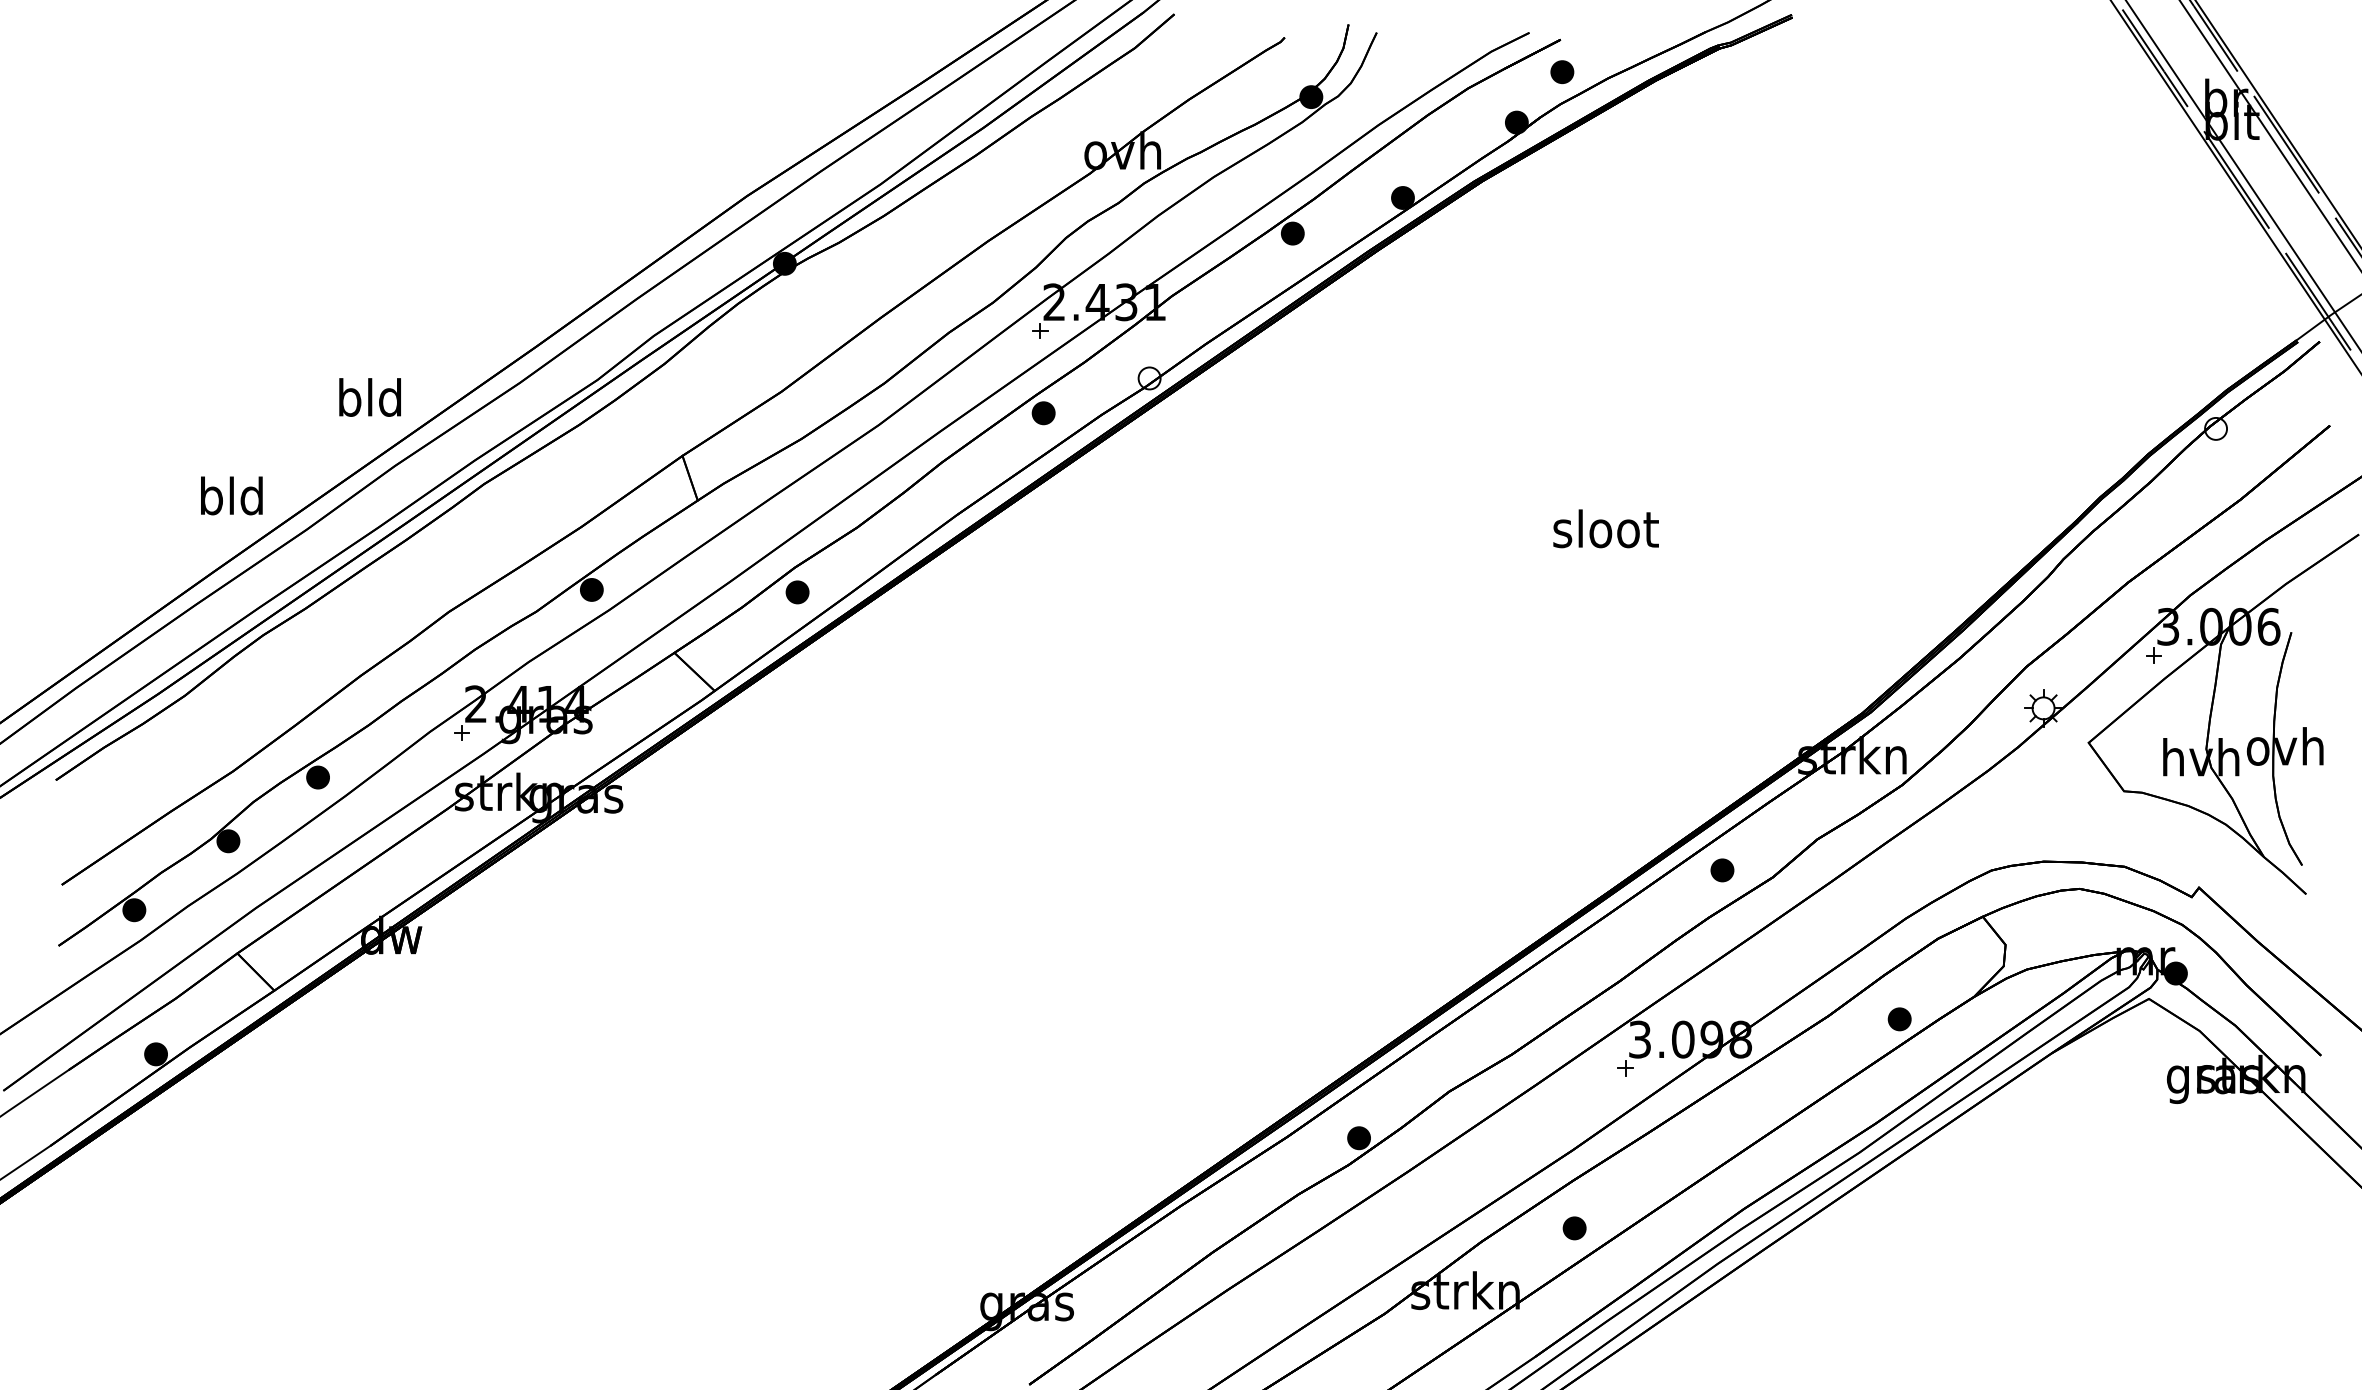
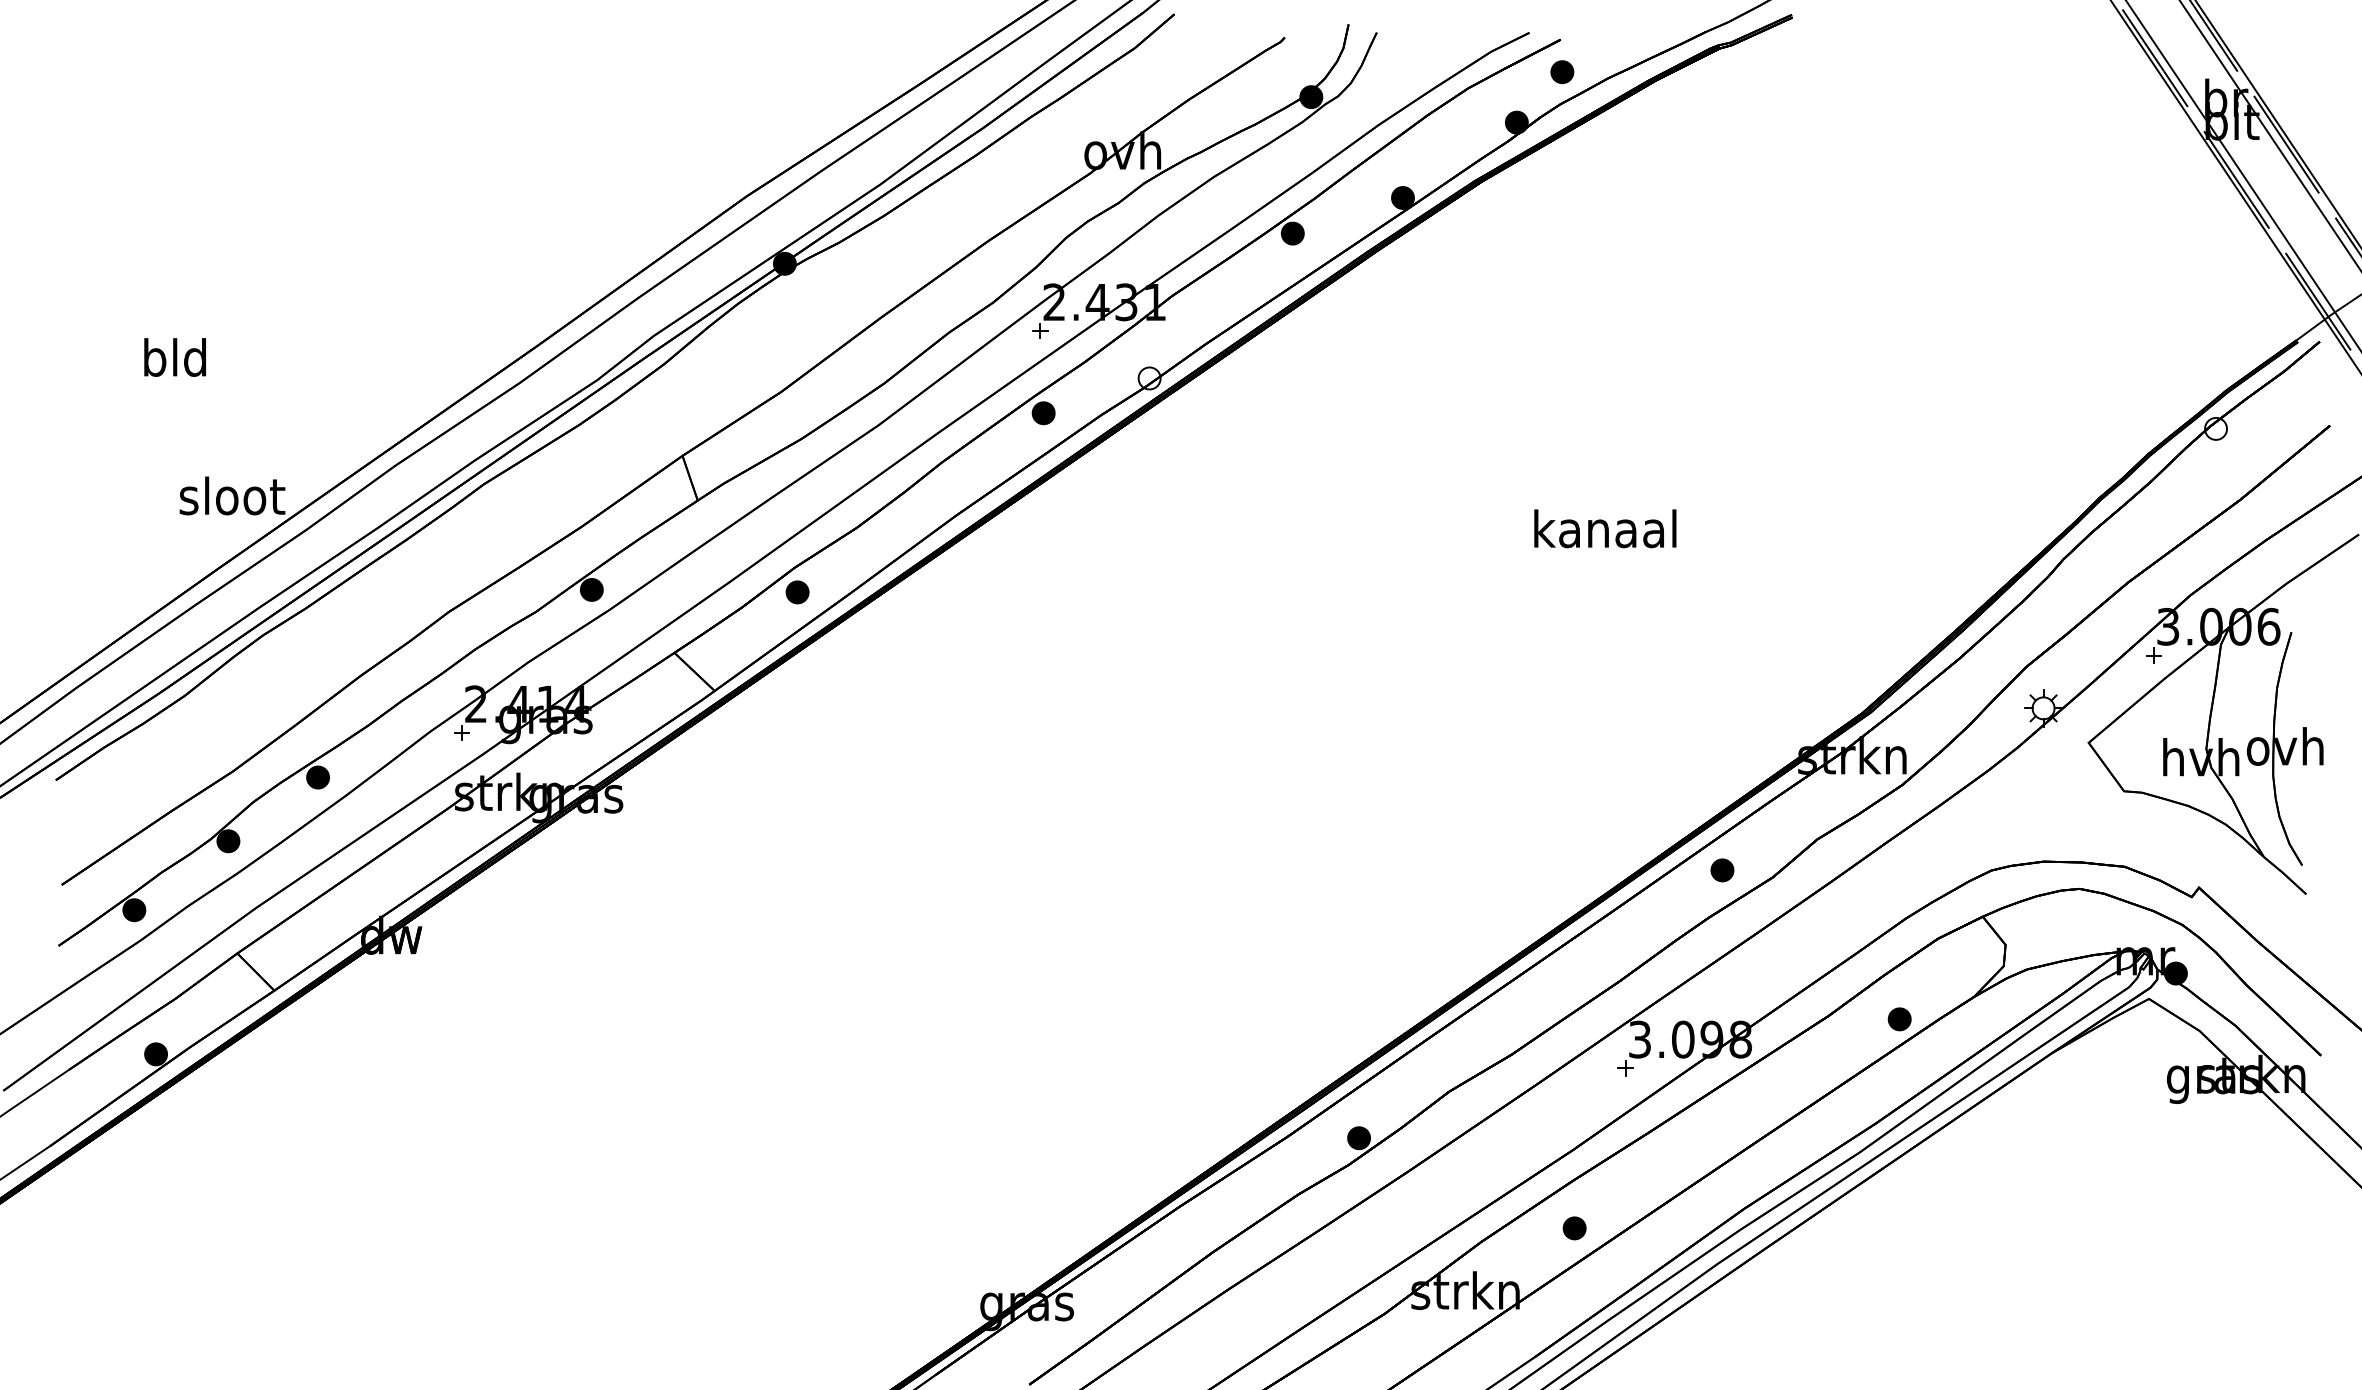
text at (369, 397) position: (369, 397) -> (174, 357)
text at (232, 495): bld -> sloot
text at (1605, 528): sloot -> kanaal
